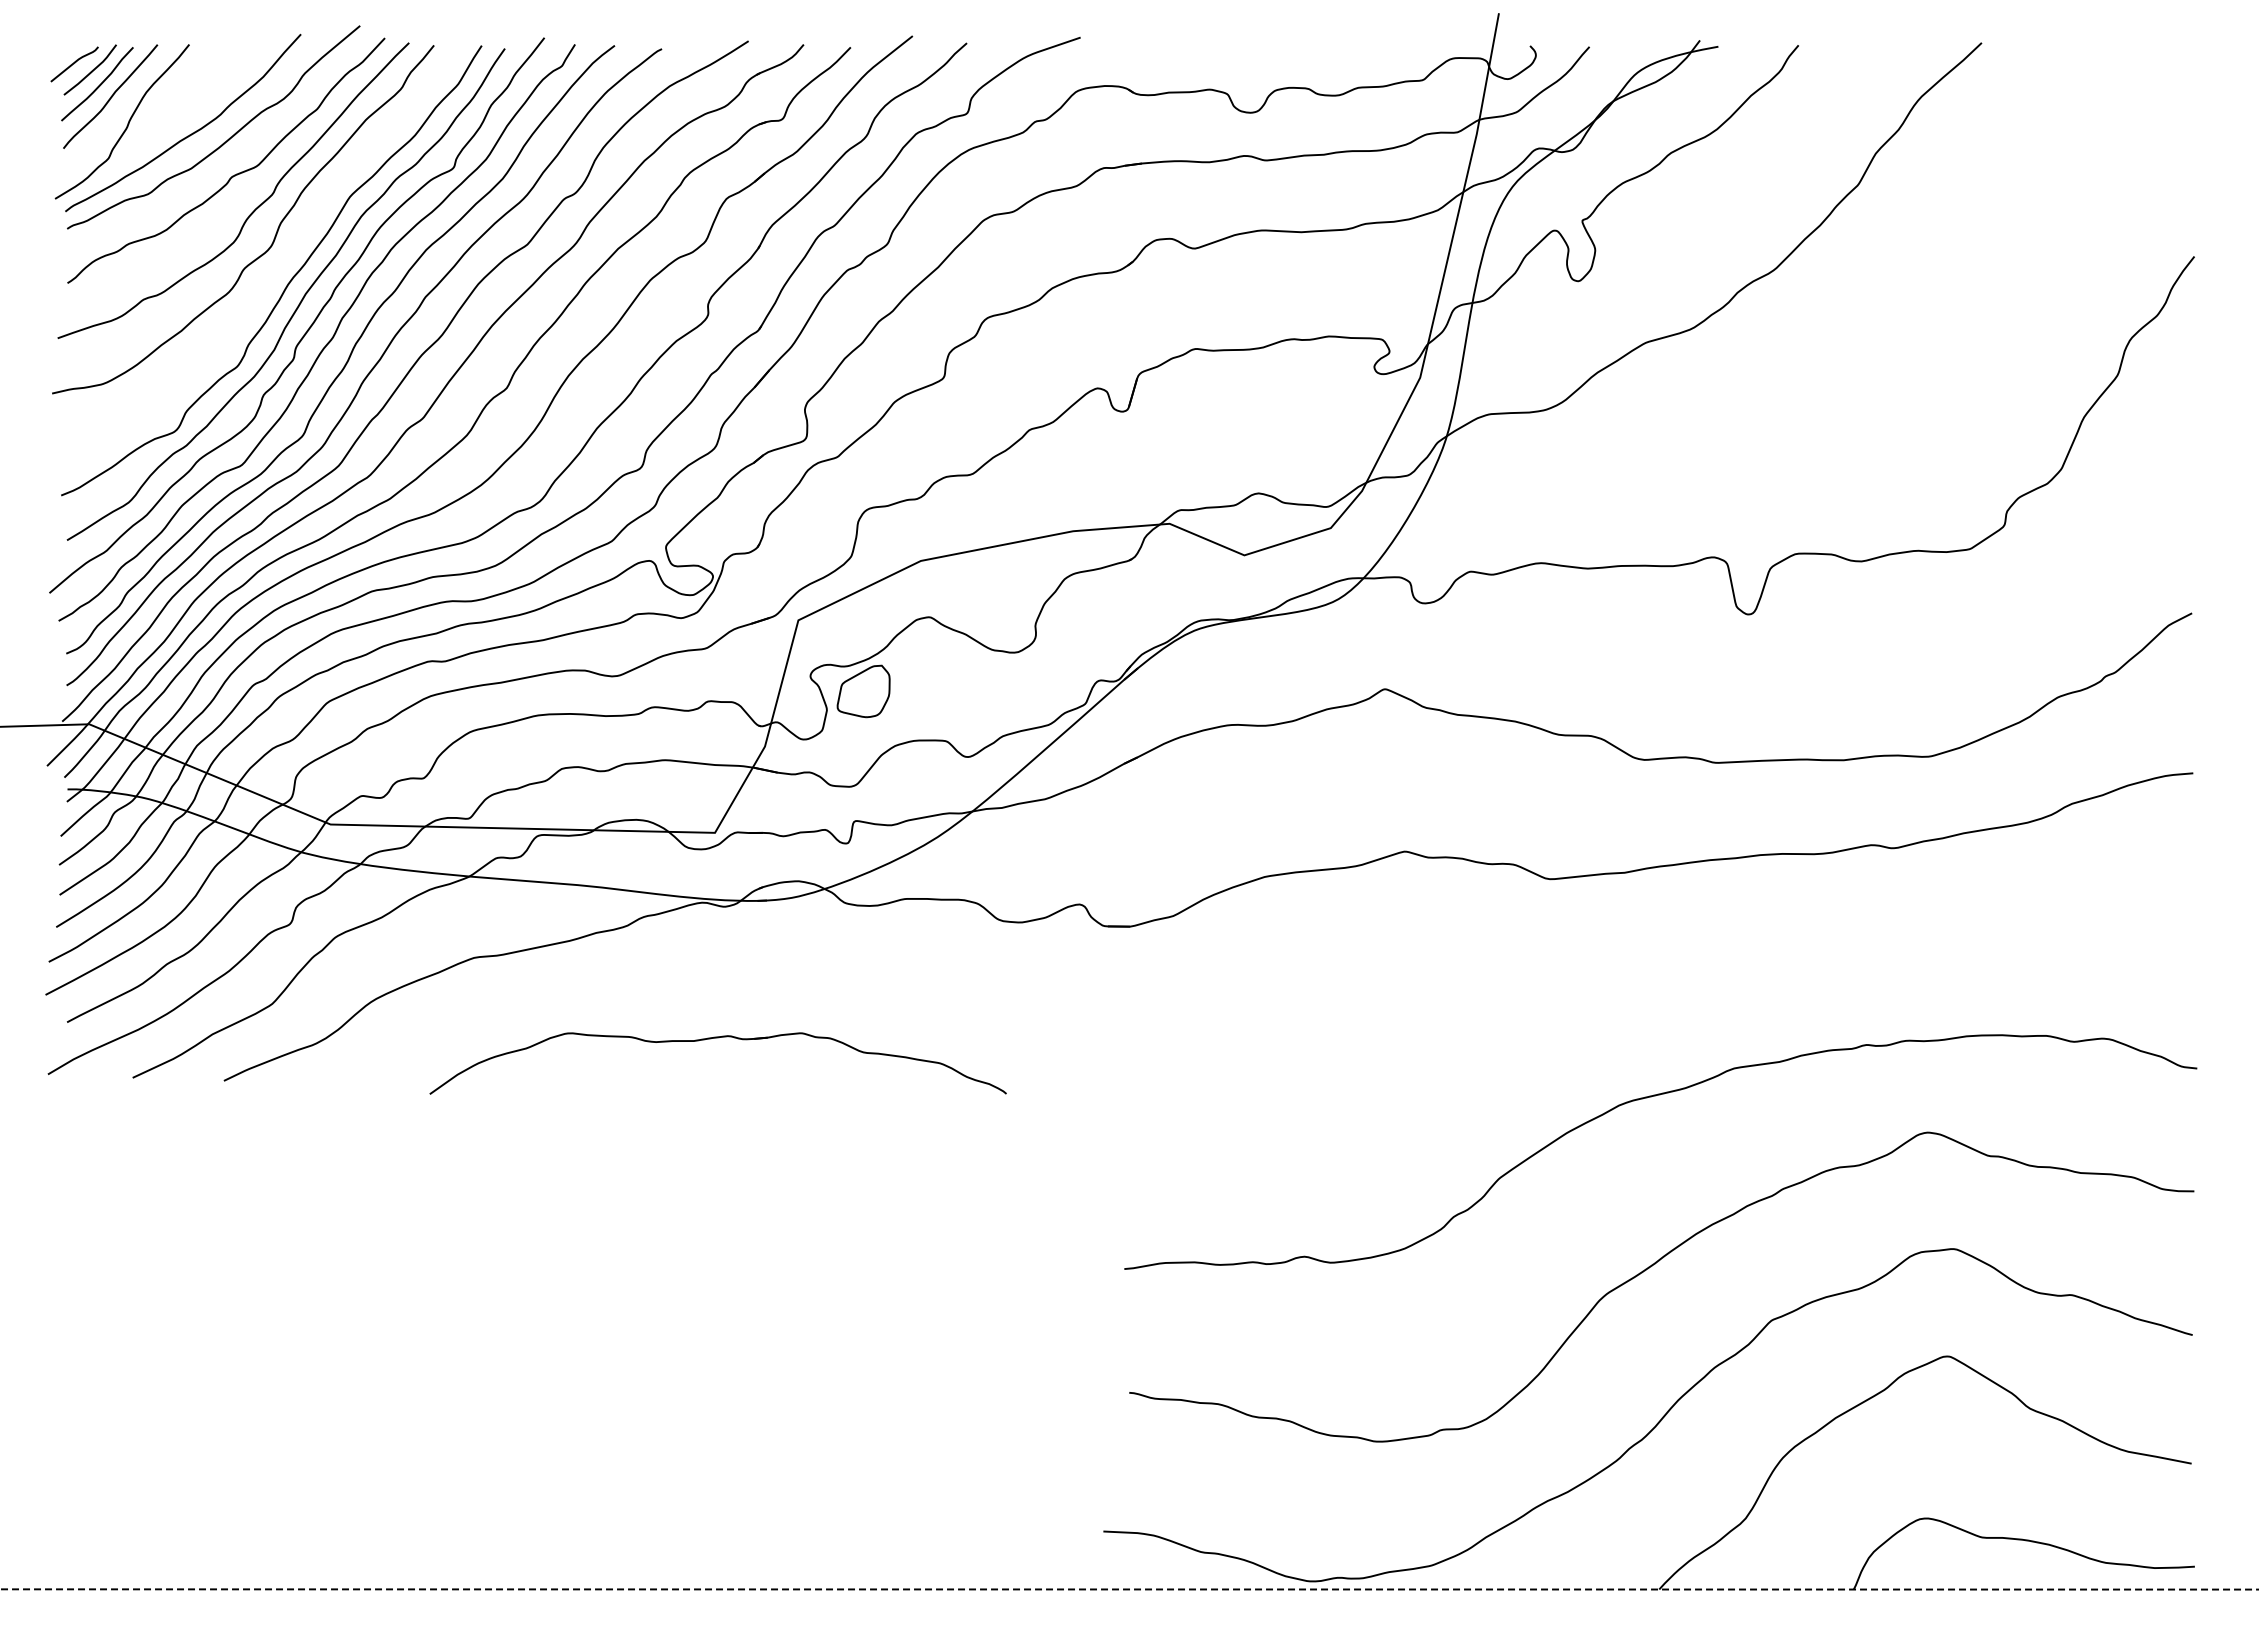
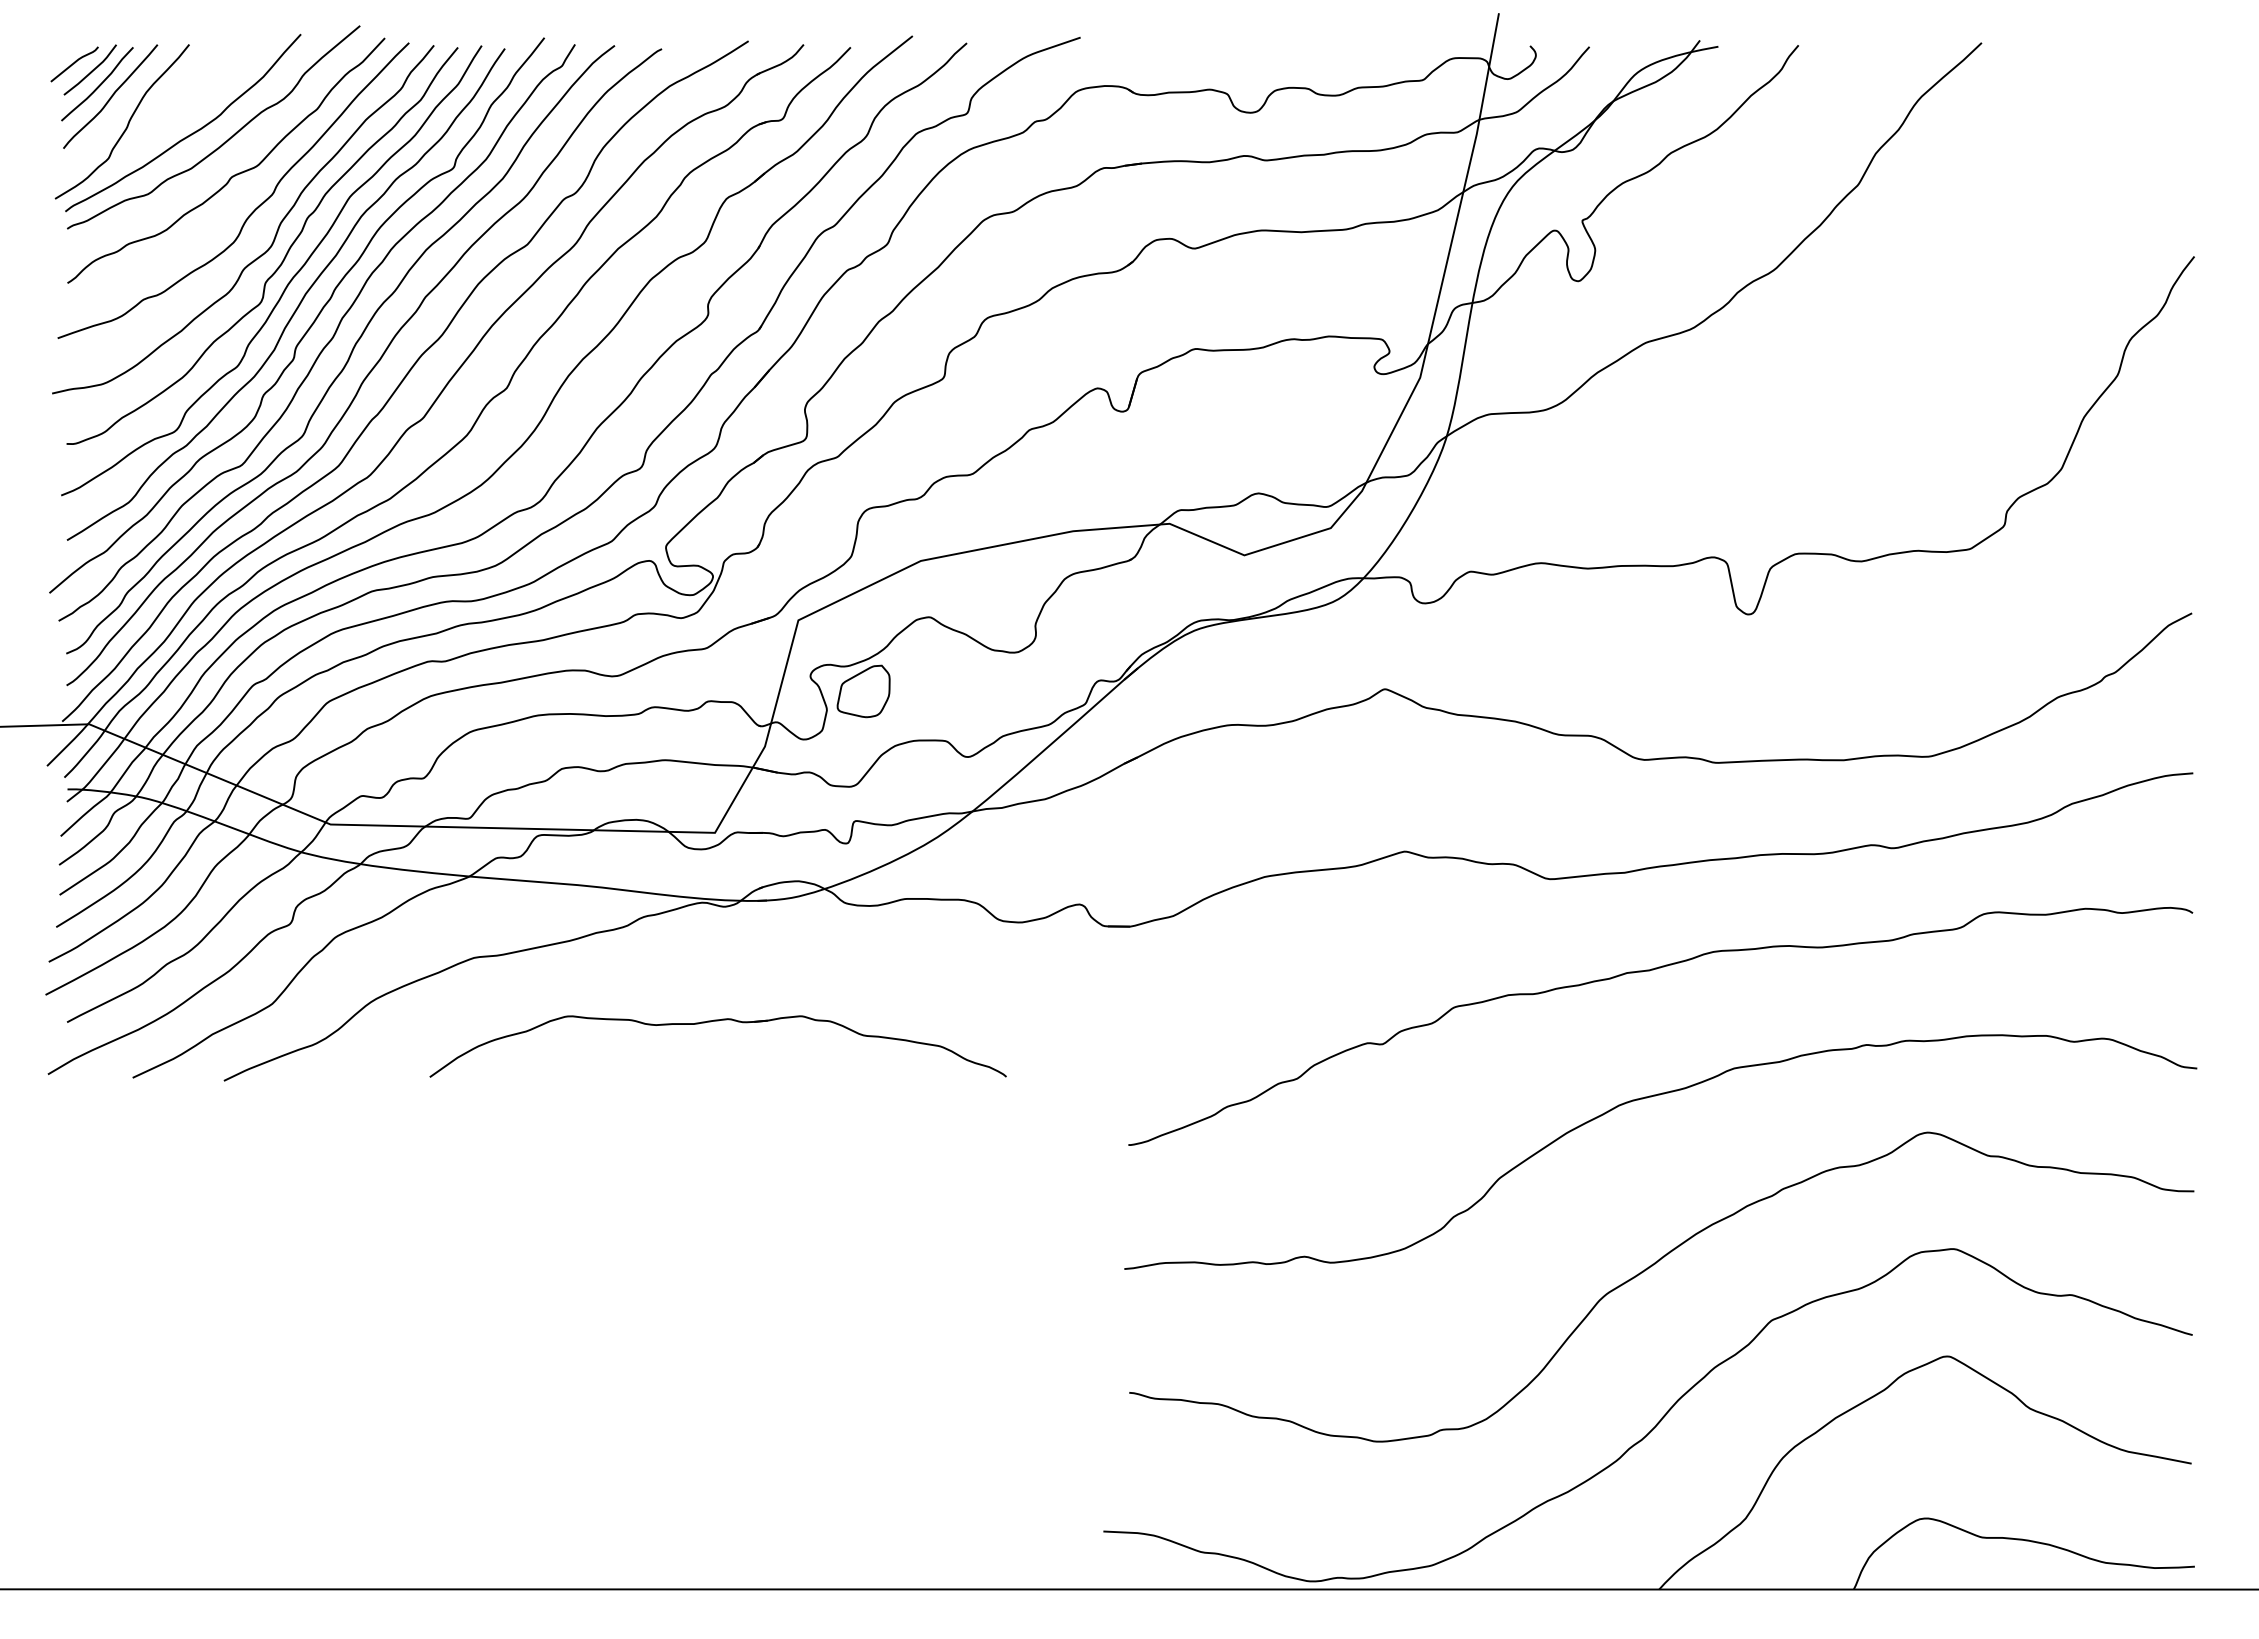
curve at (284, 256): none -> present
curve at (1649, 971): none -> present
part at (717, 1038) position: (717, 1038) -> (717, 1021)
line at (1129, 1589): dashed -> solid
